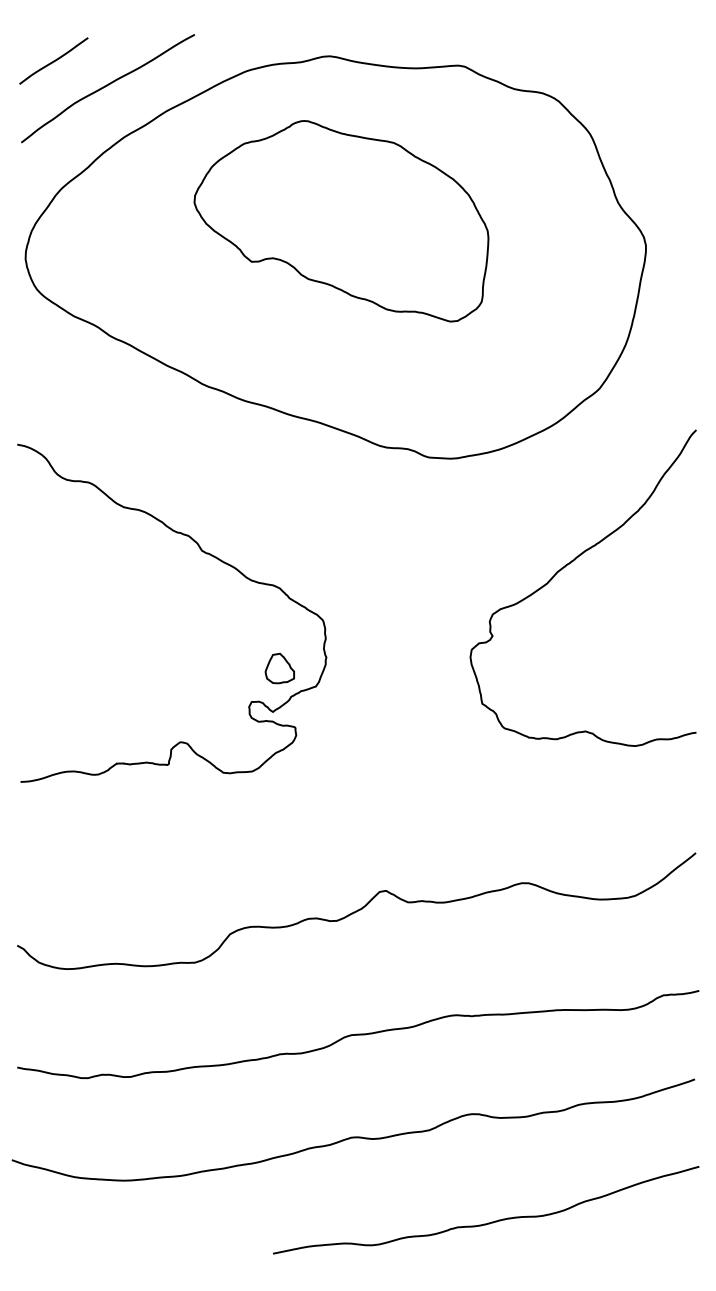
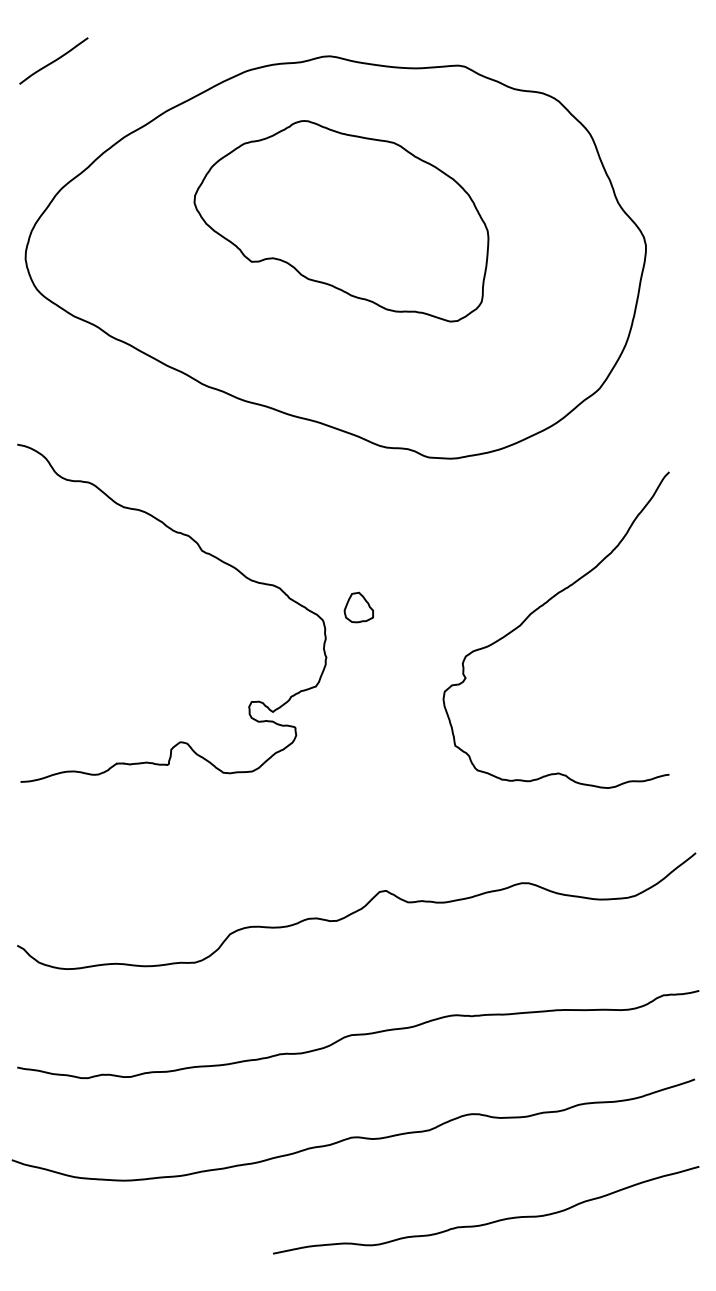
curve at (107, 86): present -> none
curve at (565, 567) position: (565, 567) -> (538, 609)
part at (279, 668) position: (279, 668) -> (358, 607)
